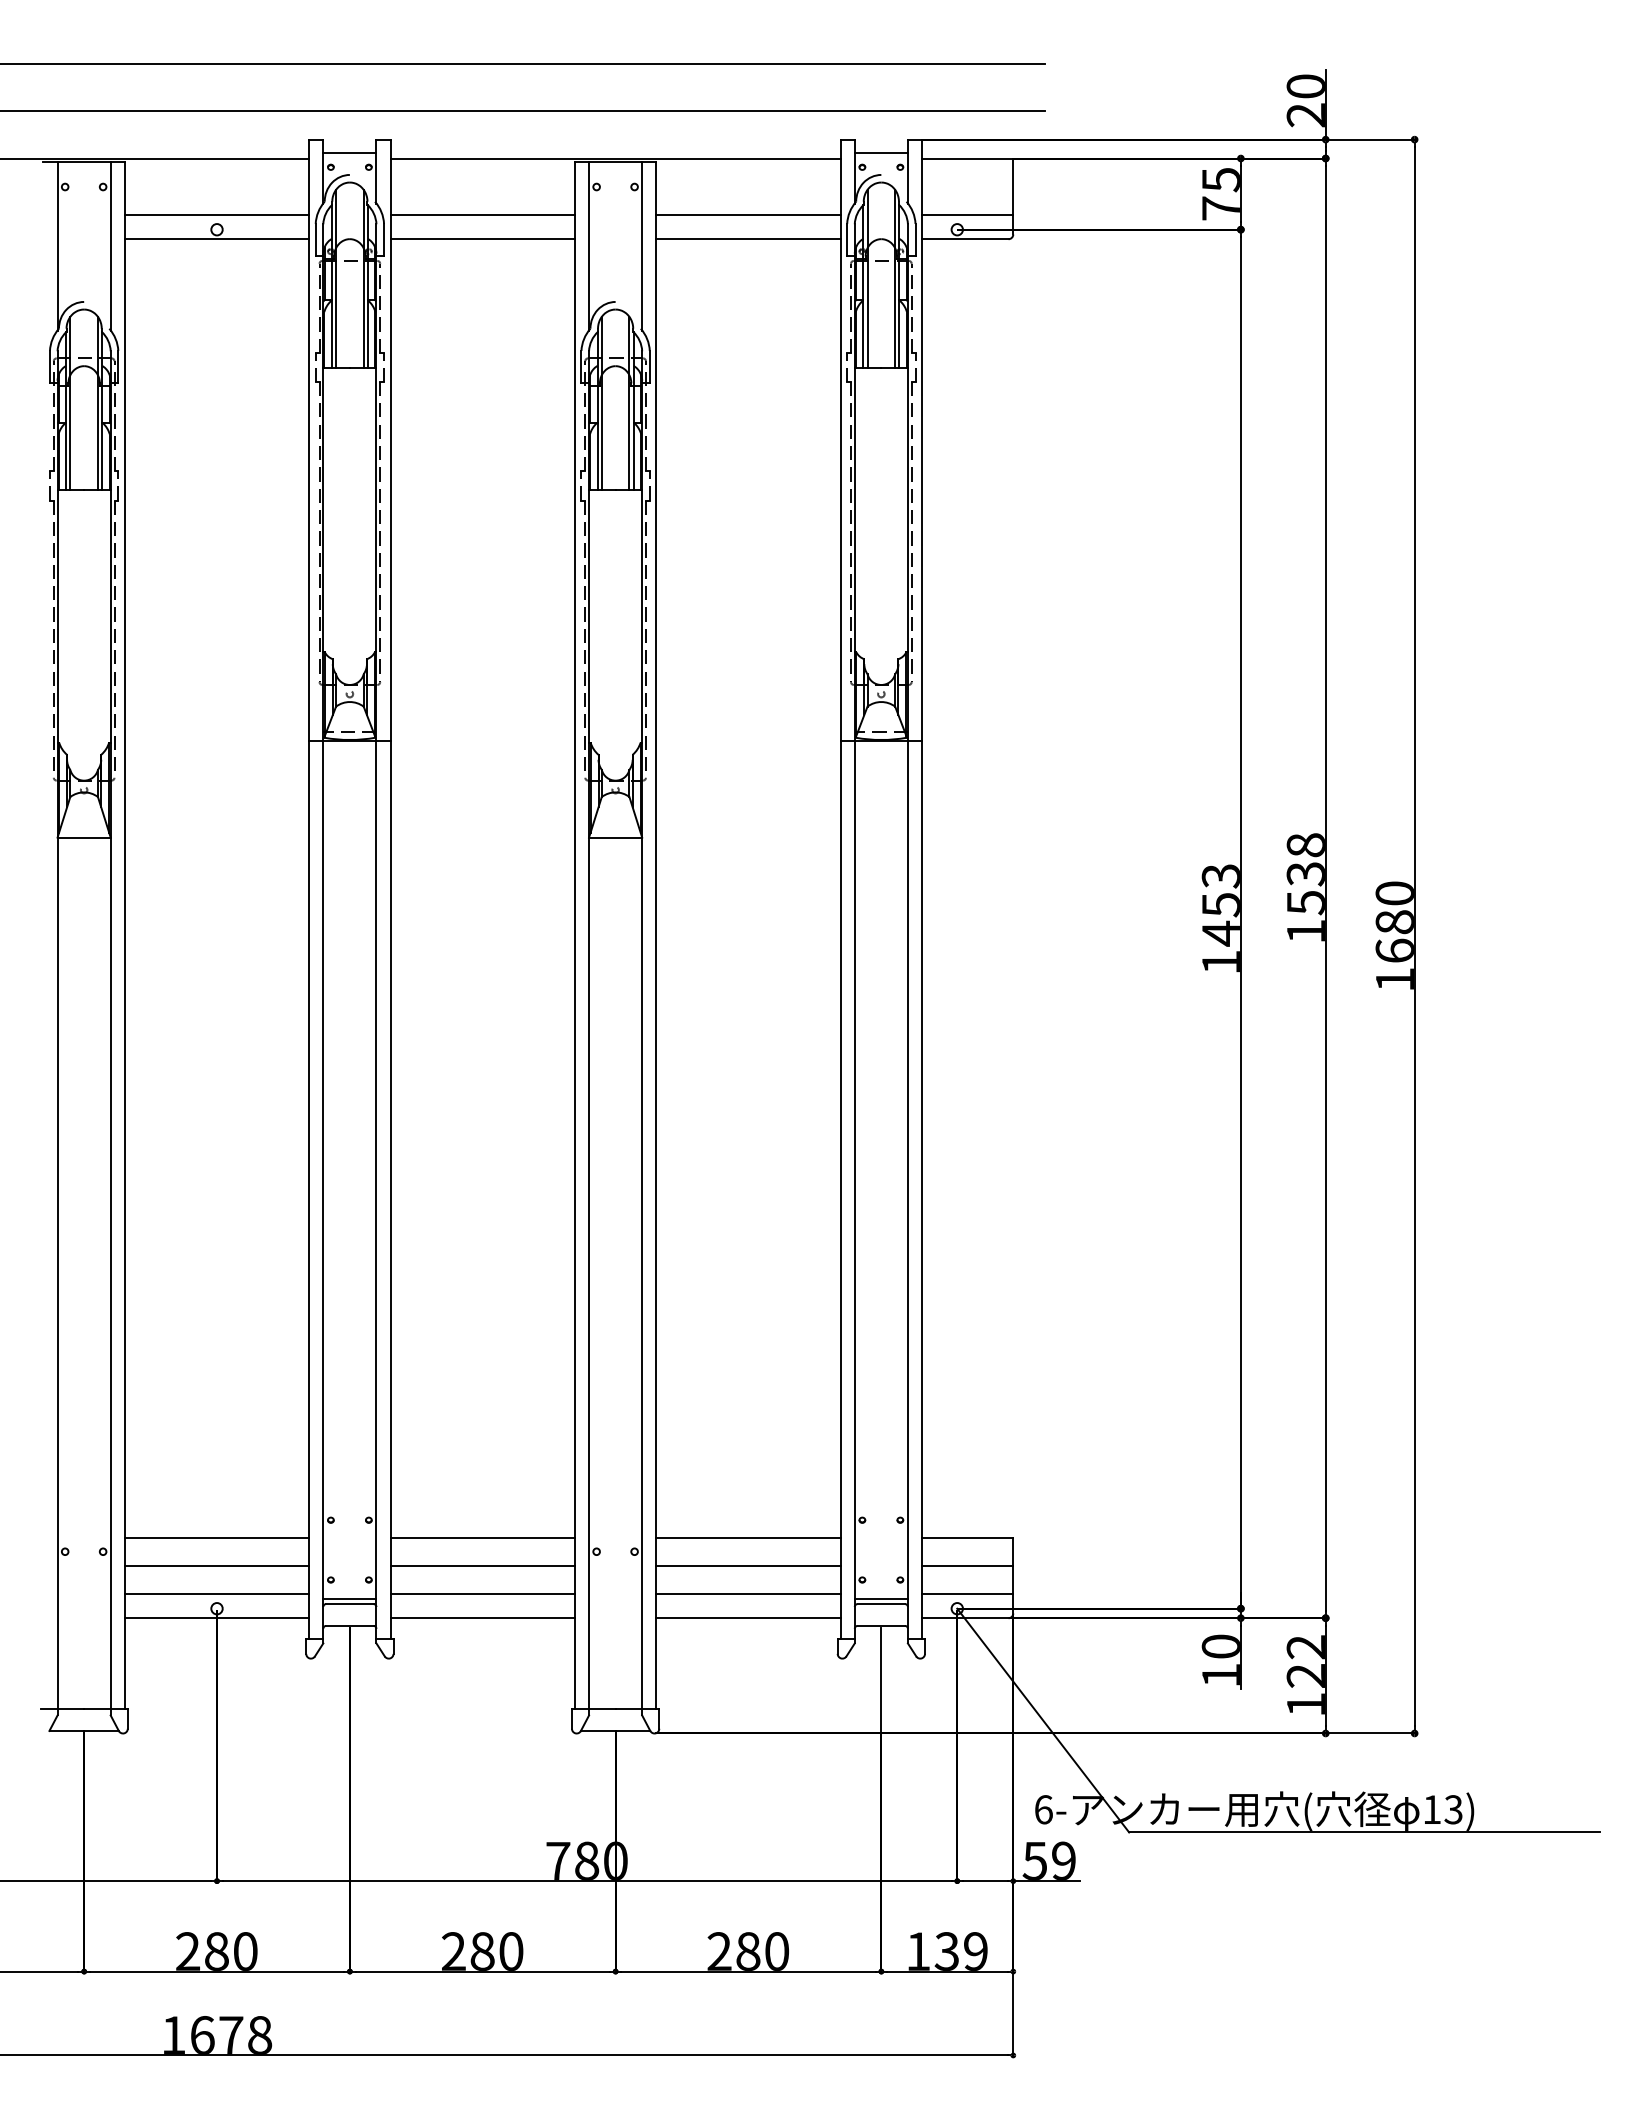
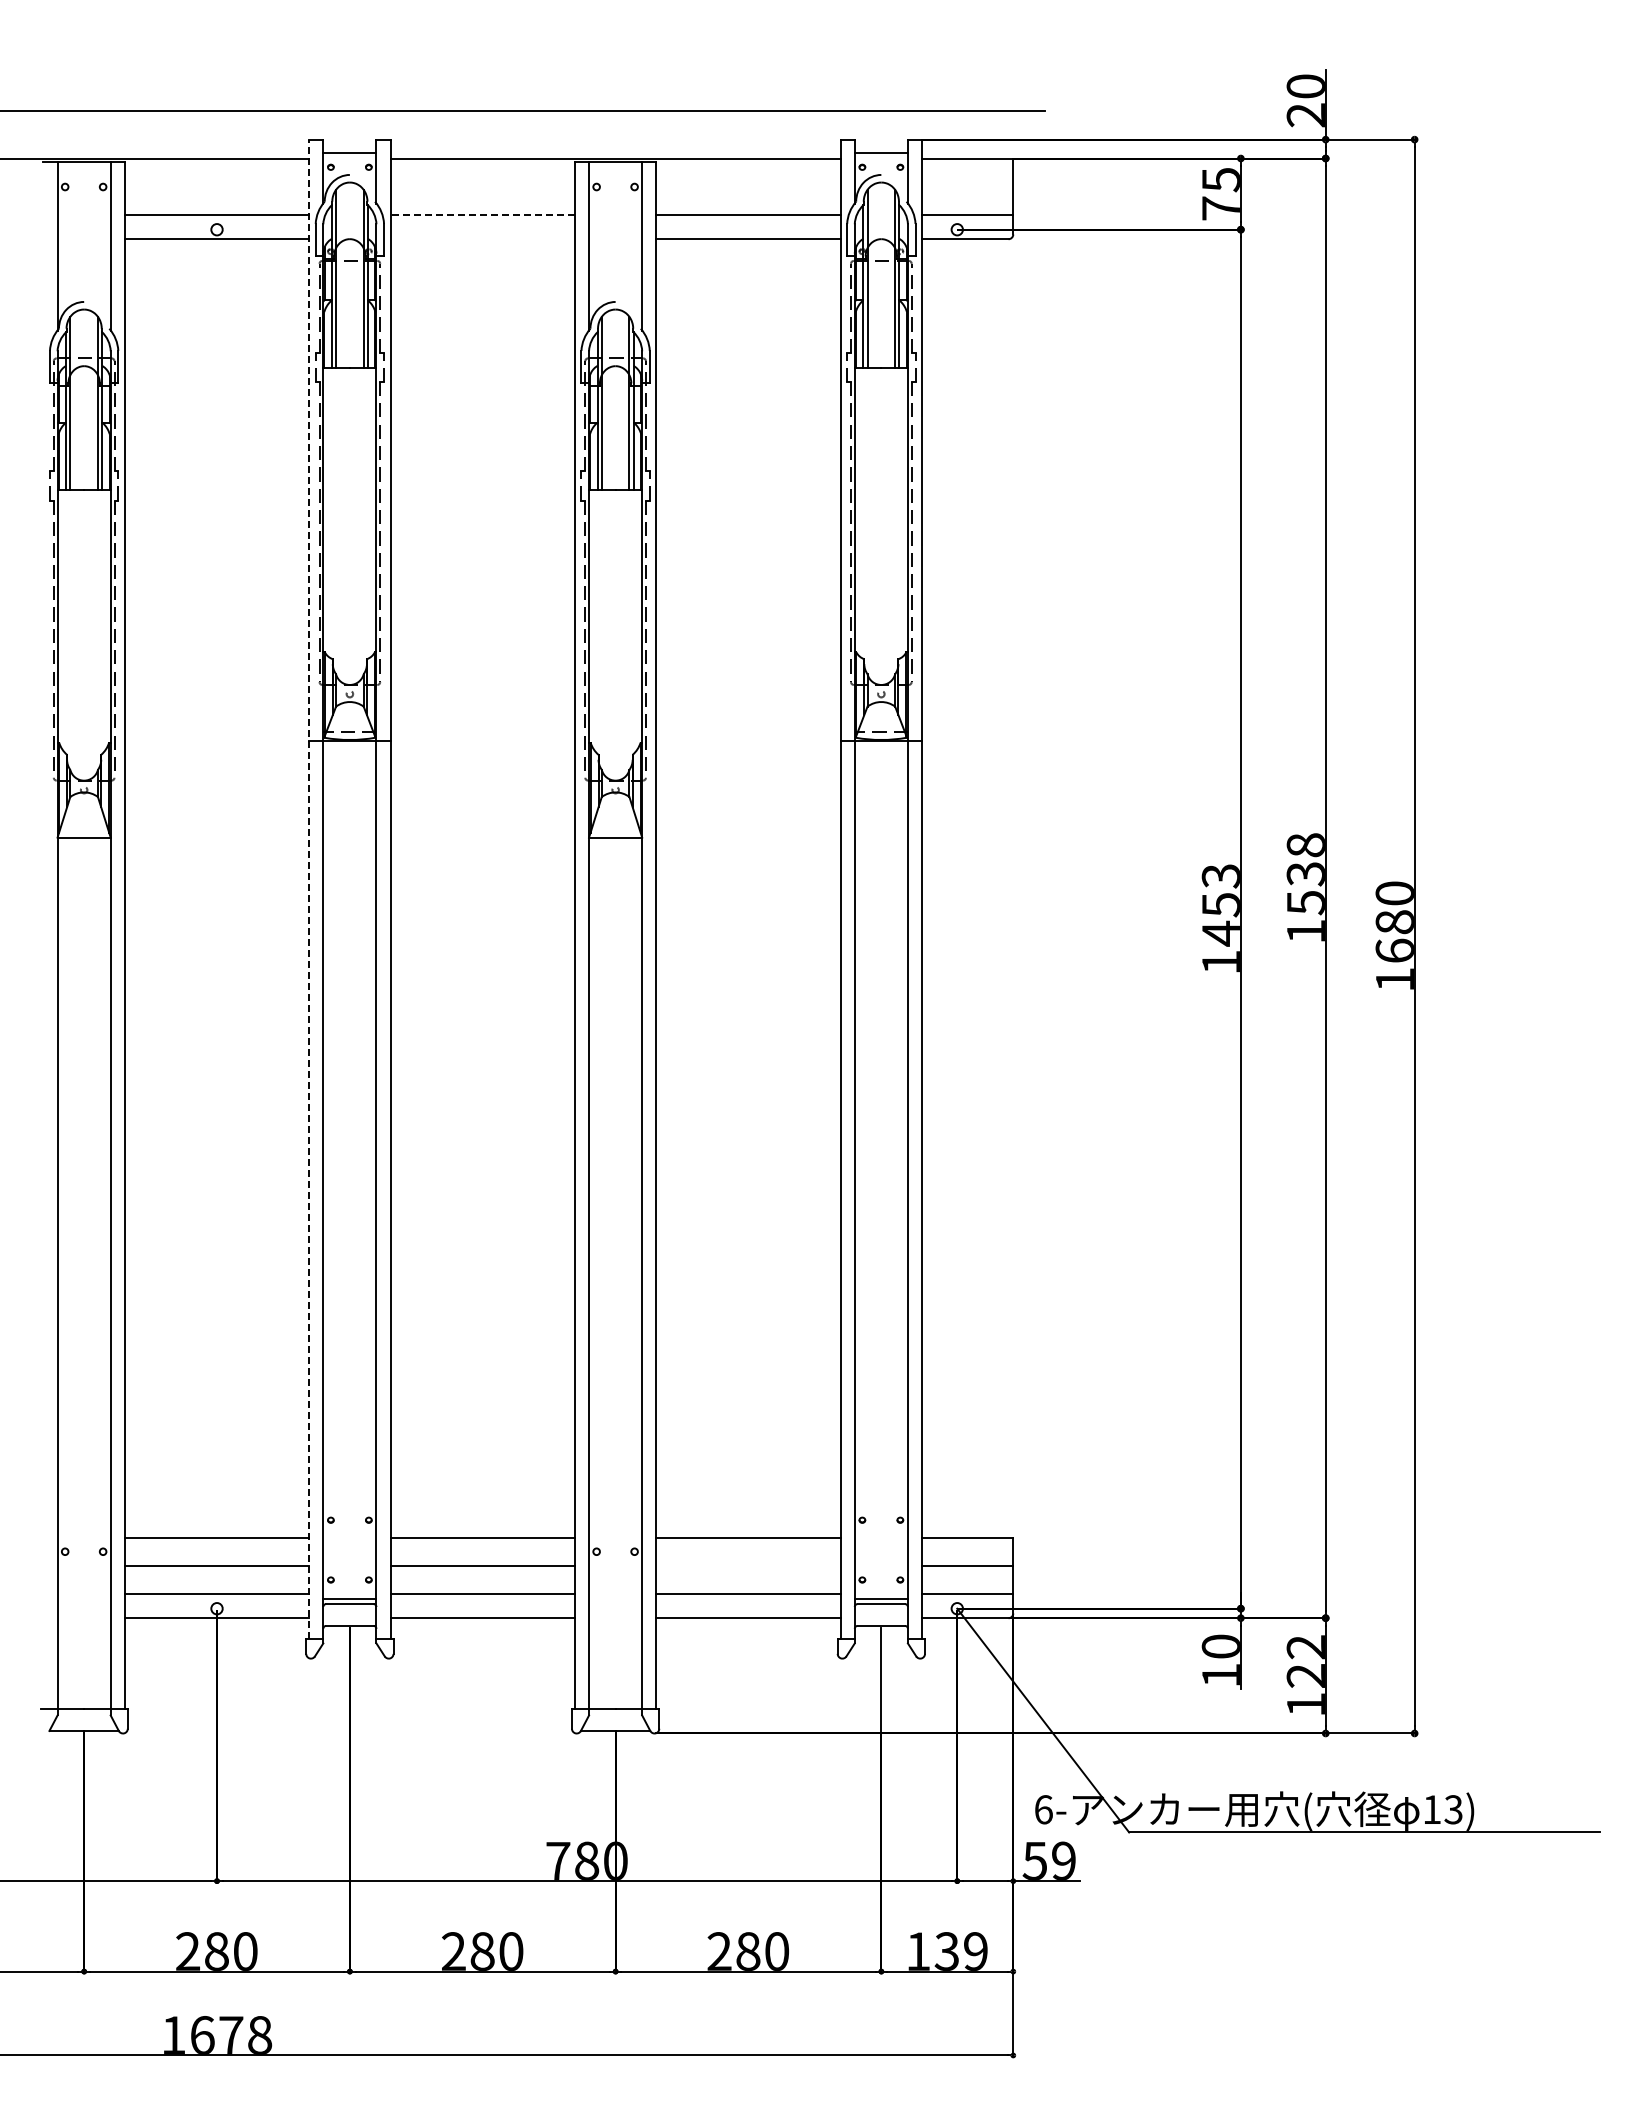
line at (523, 63): present -> none
line at (482, 215): solid -> dashed
line at (482, 239): present -> none
line at (309, 889): solid -> dashed
line at (748, 1566): present -> none
